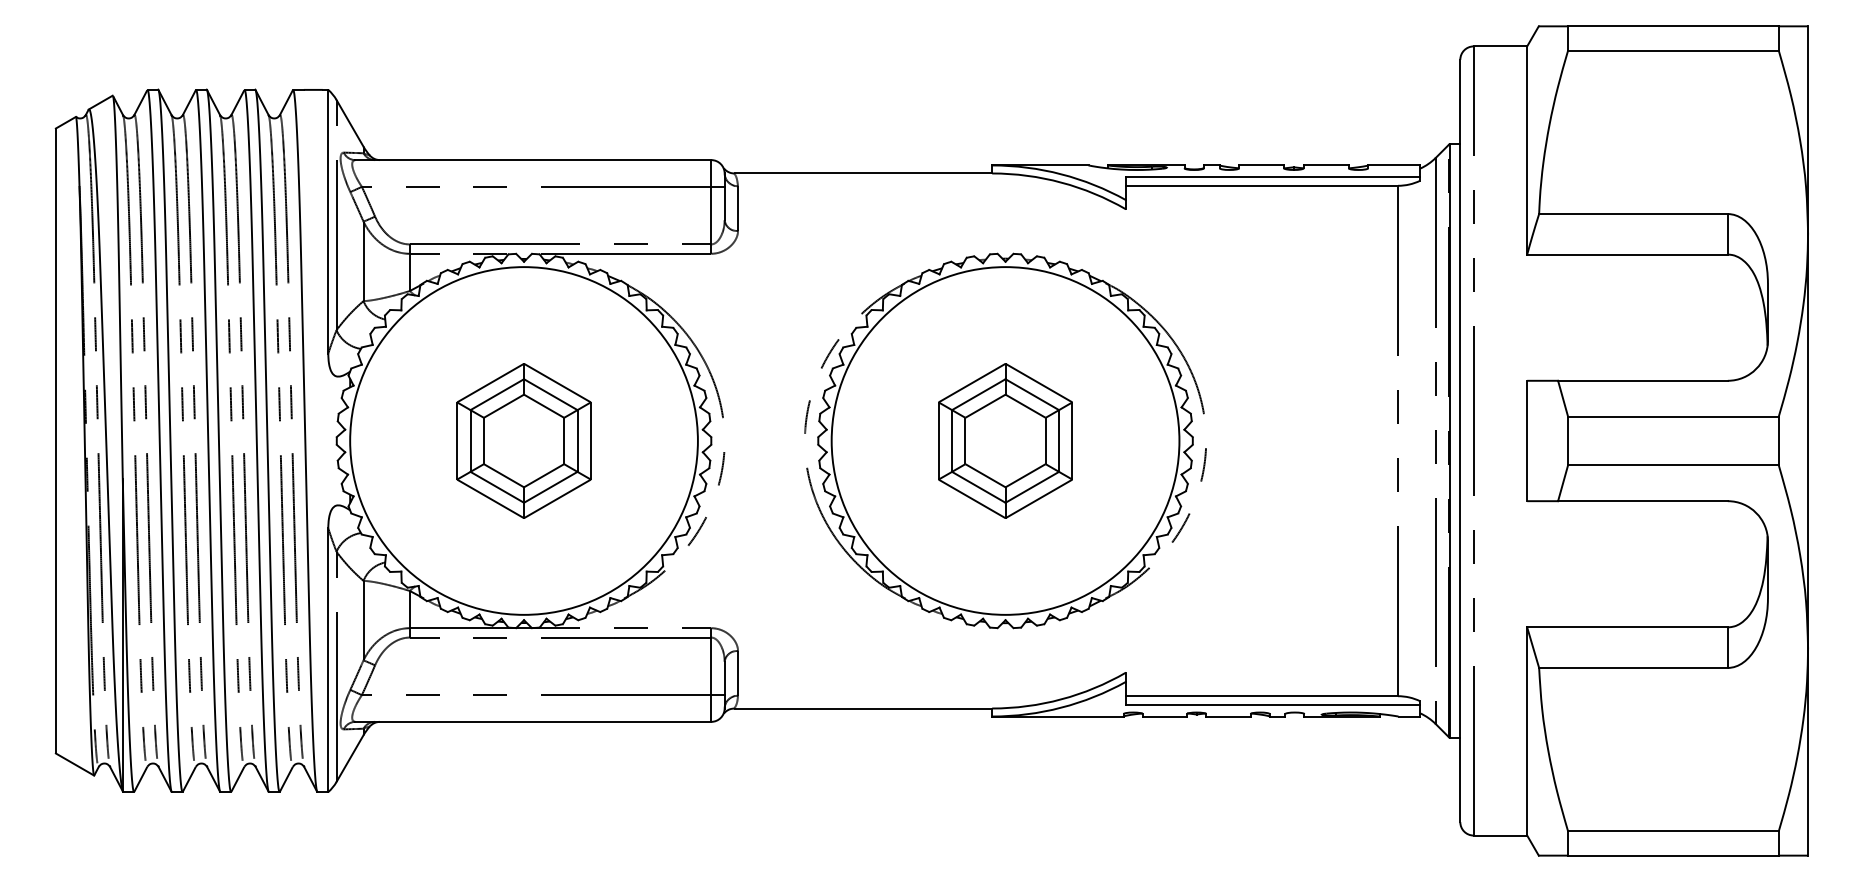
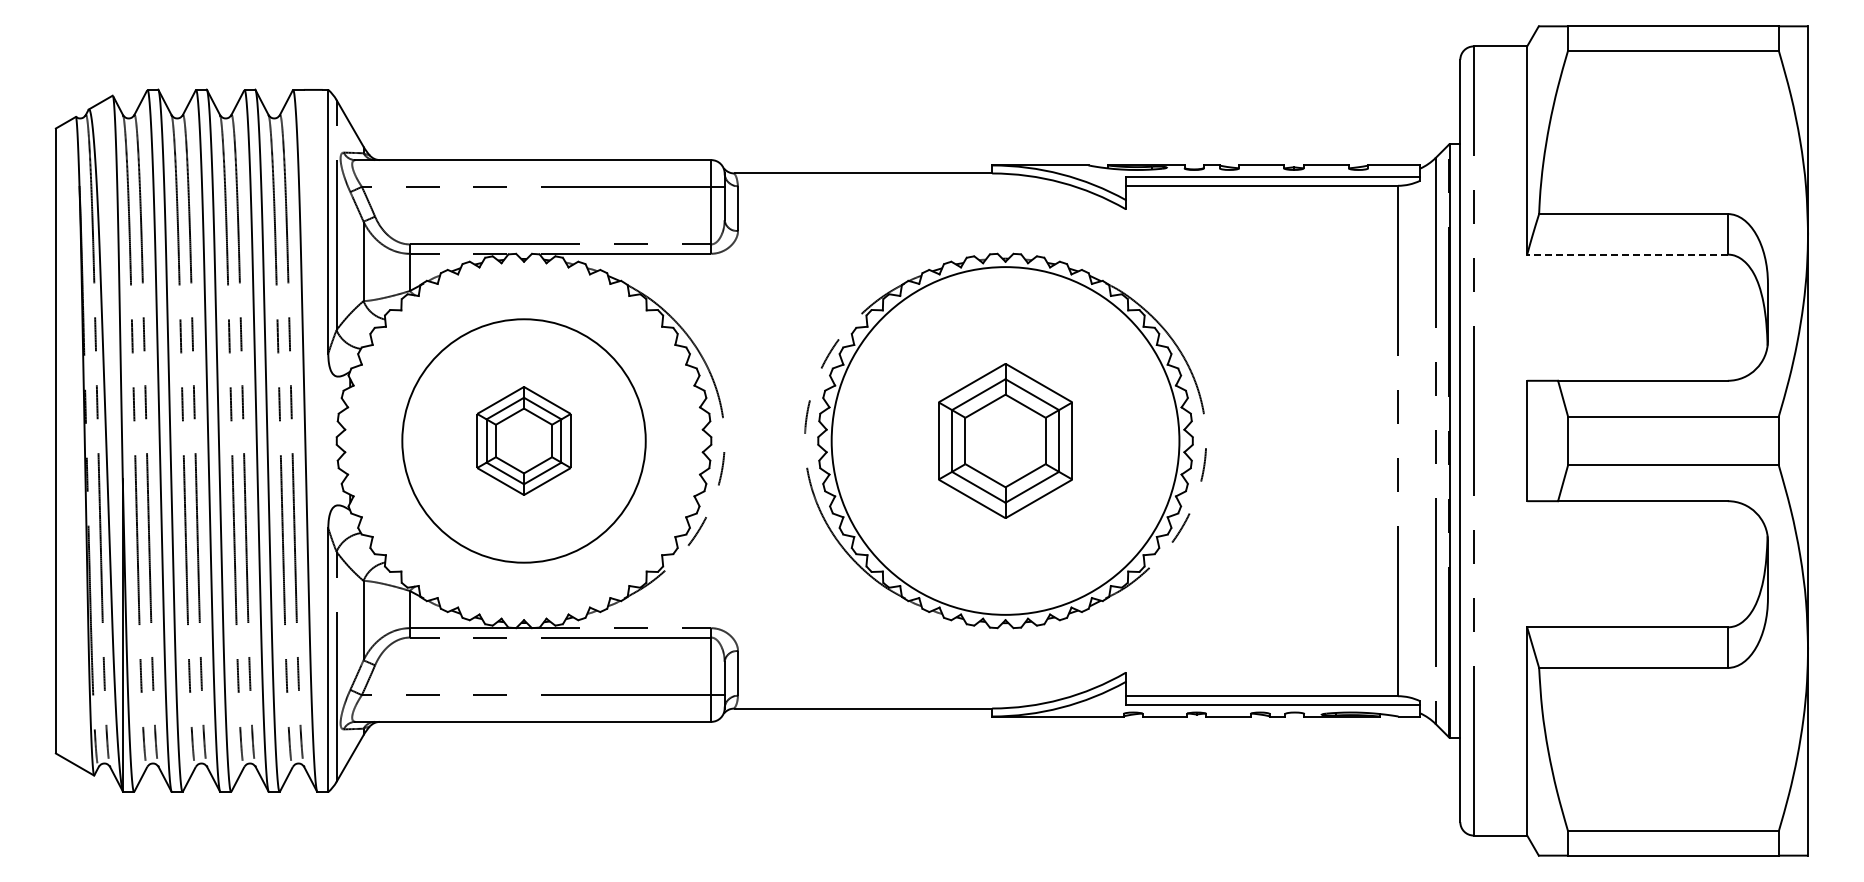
line at (1627, 254): solid -> dashed
circle at (523, 440) diameter: 348 px -> 243 px
part at (523, 440) size: 136x156 px -> 96x110 px
